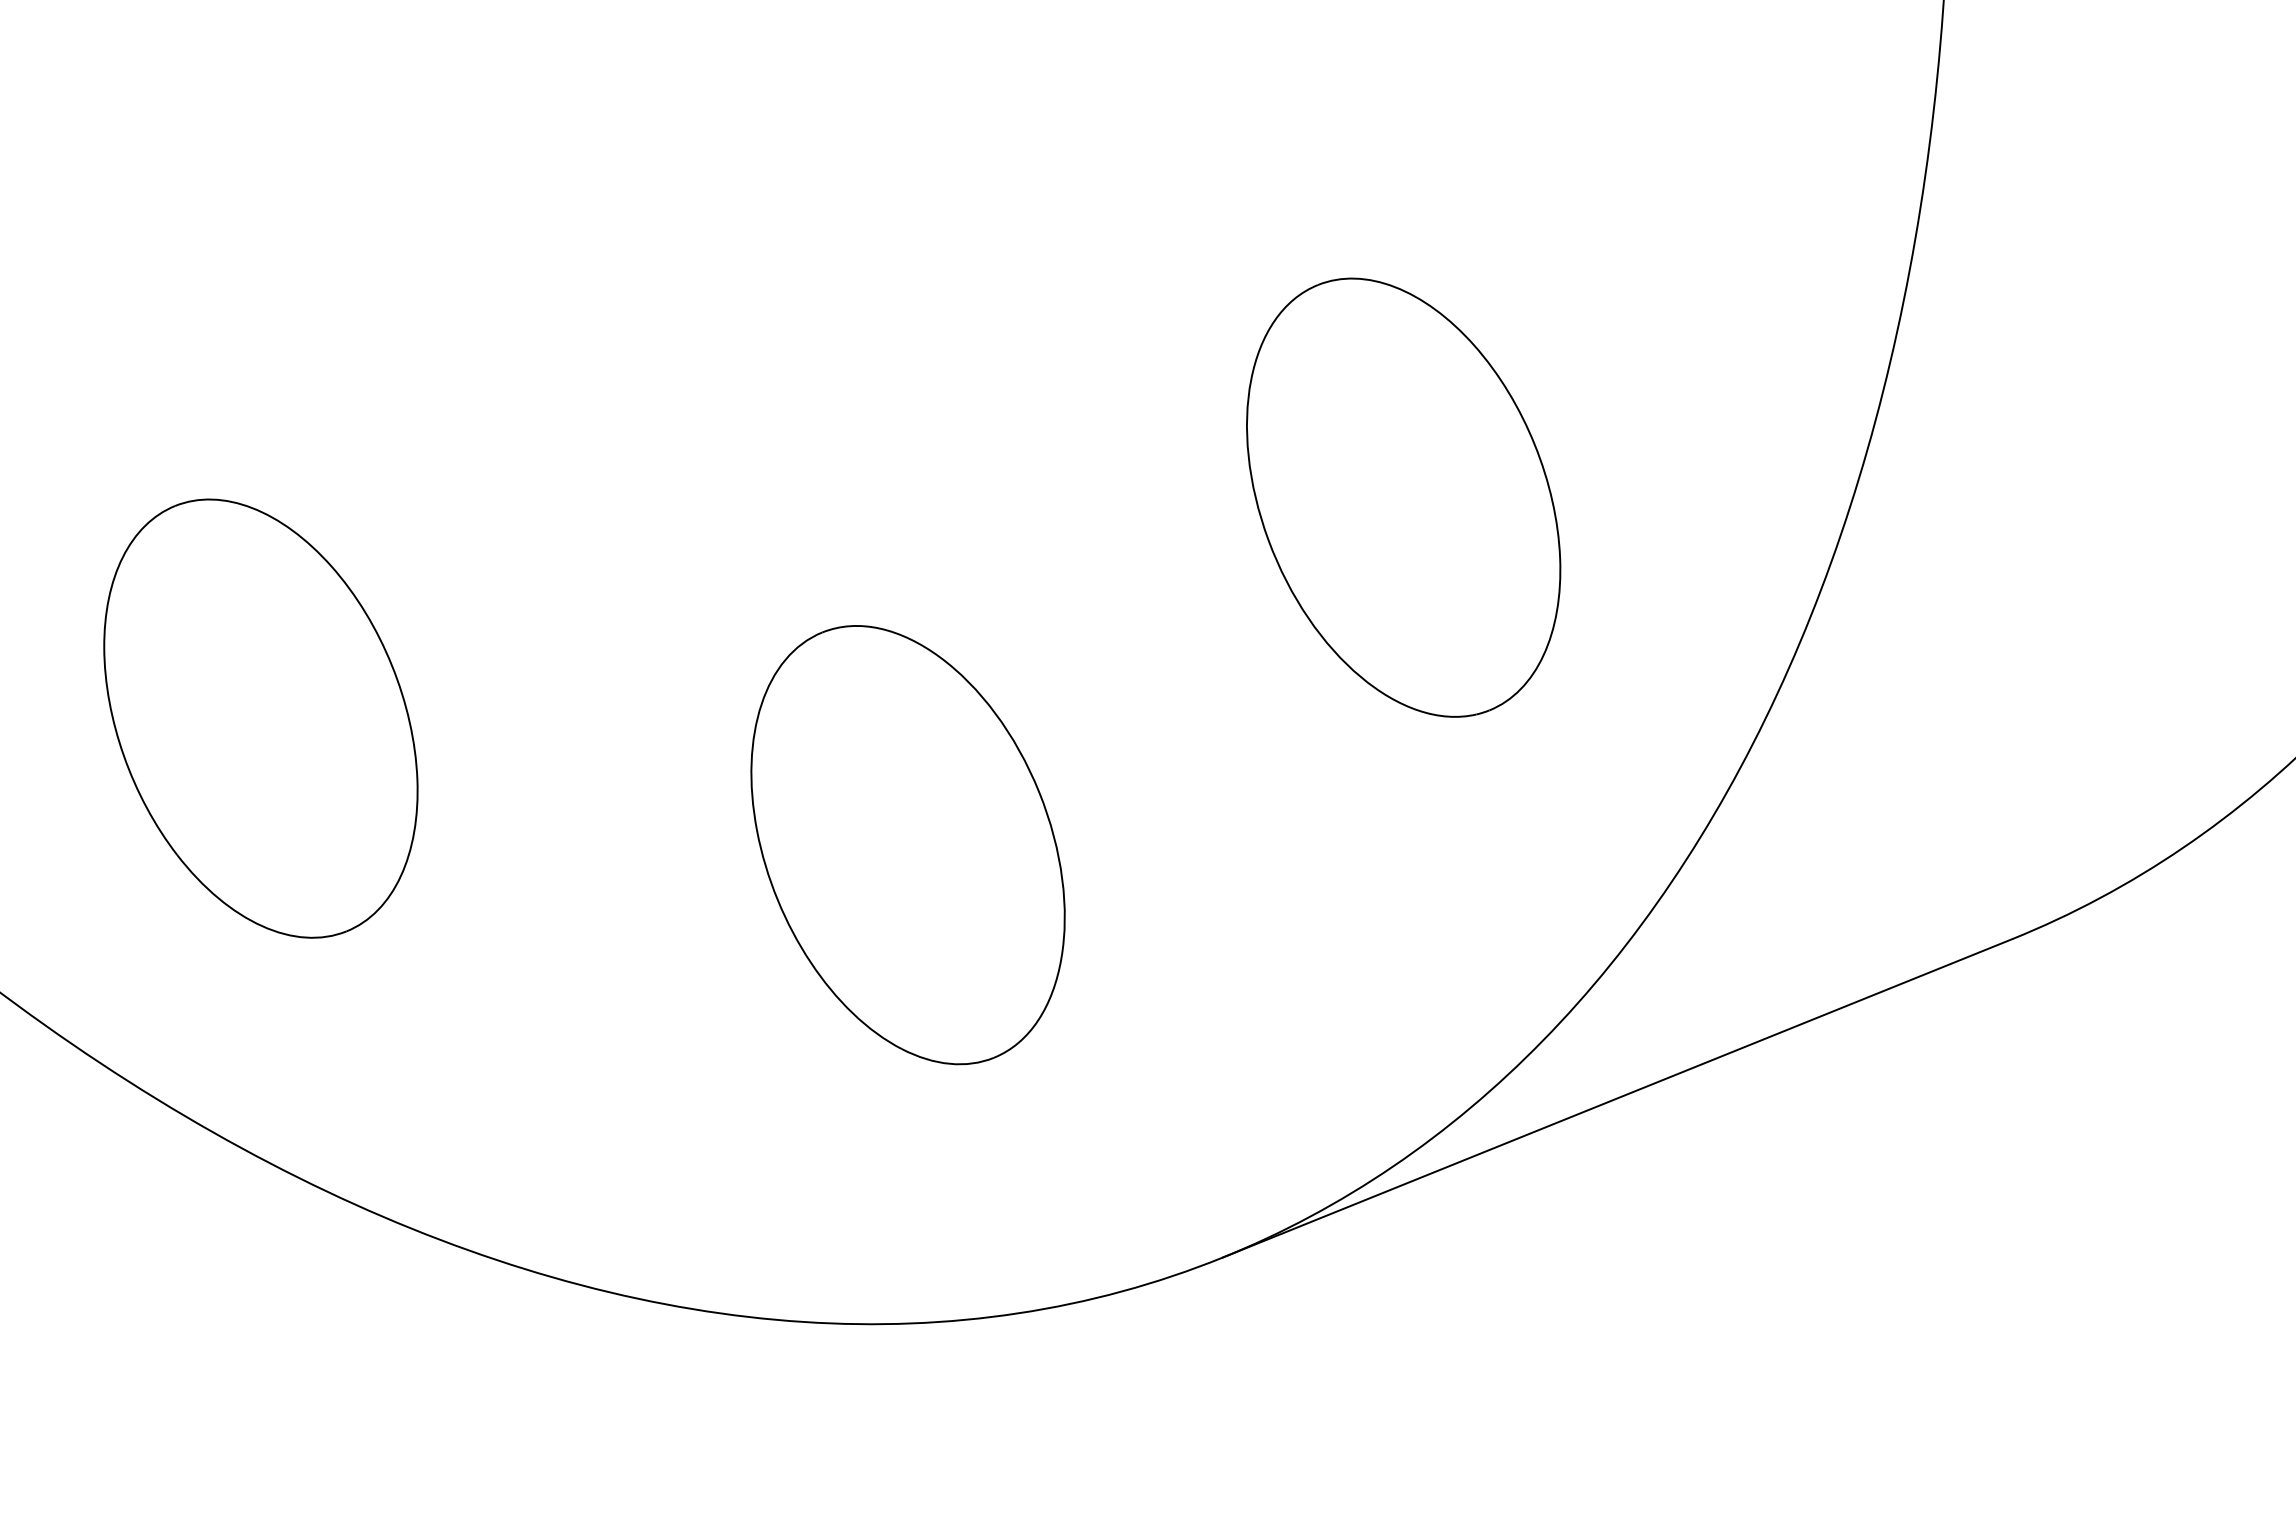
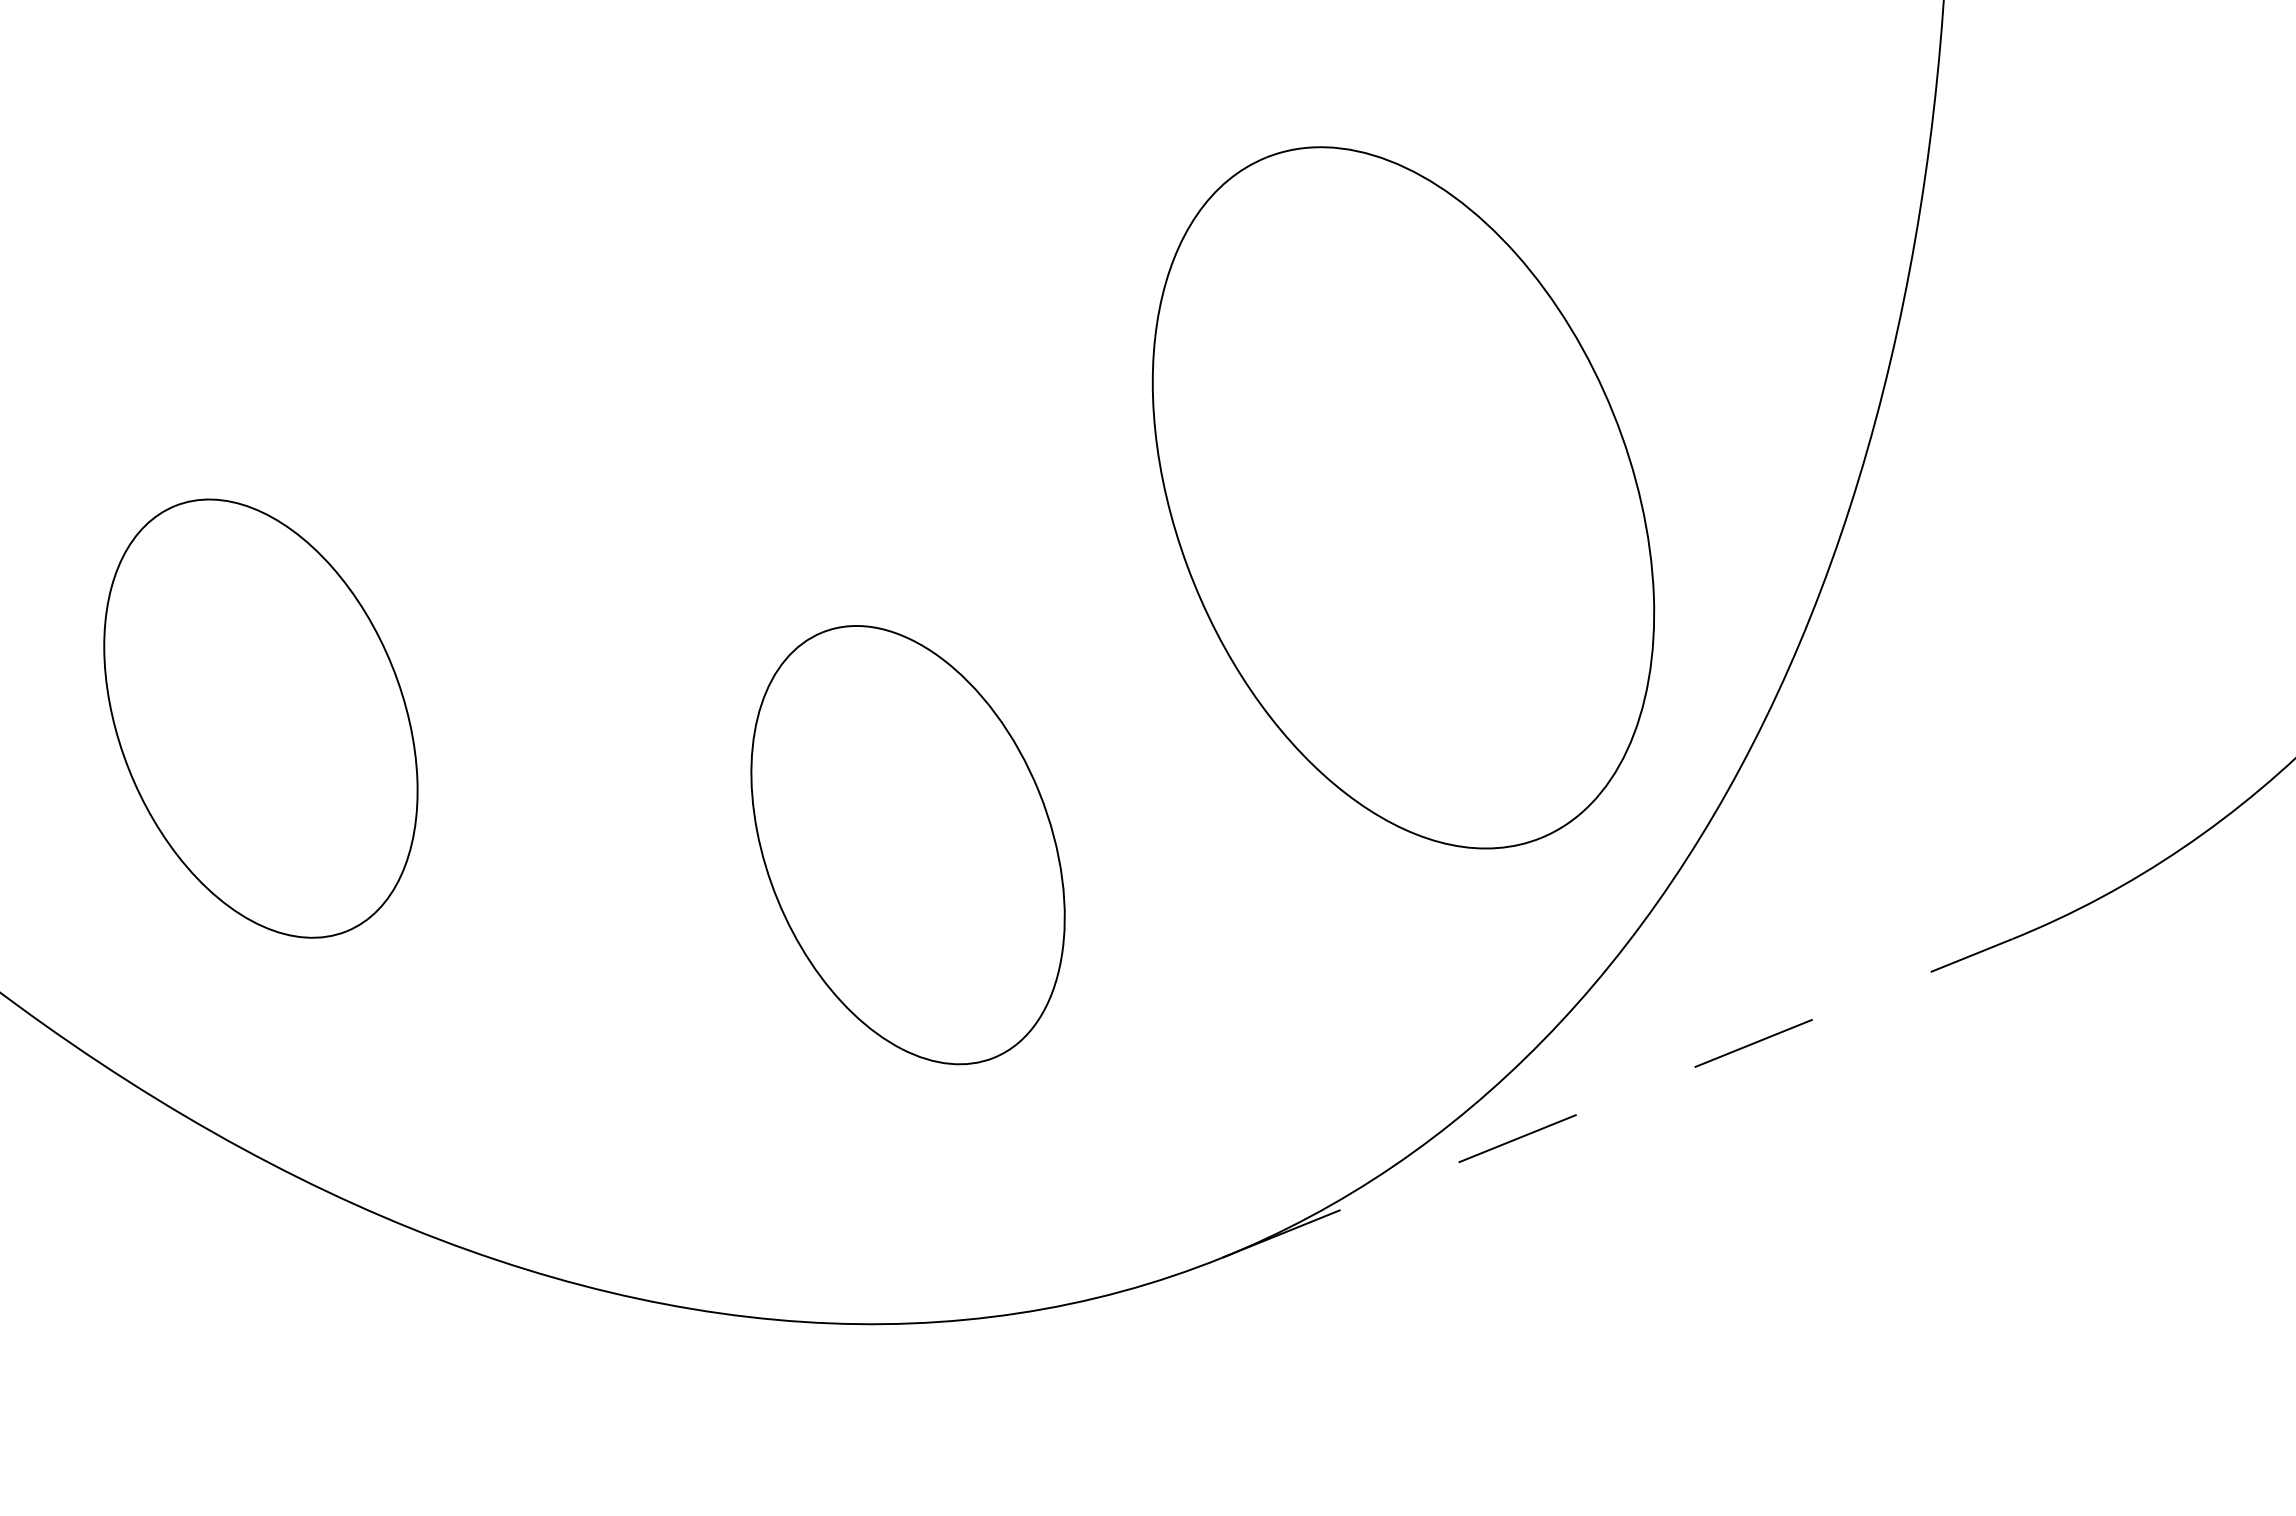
part at (1403, 497) size: 316x441 px -> 505x704 px
line at (1617, 1098): solid -> dashed
